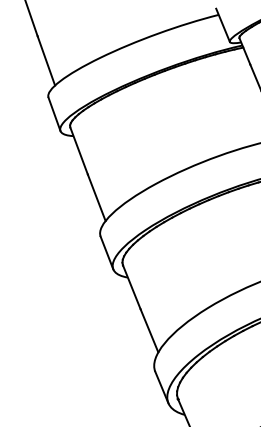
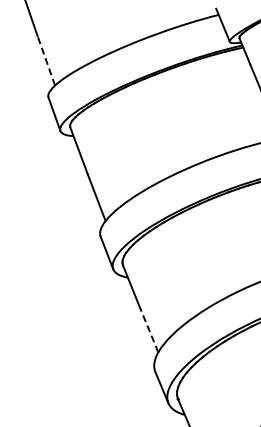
line at (46, 60): solid -> dashed
line at (149, 330): solid -> dashed
